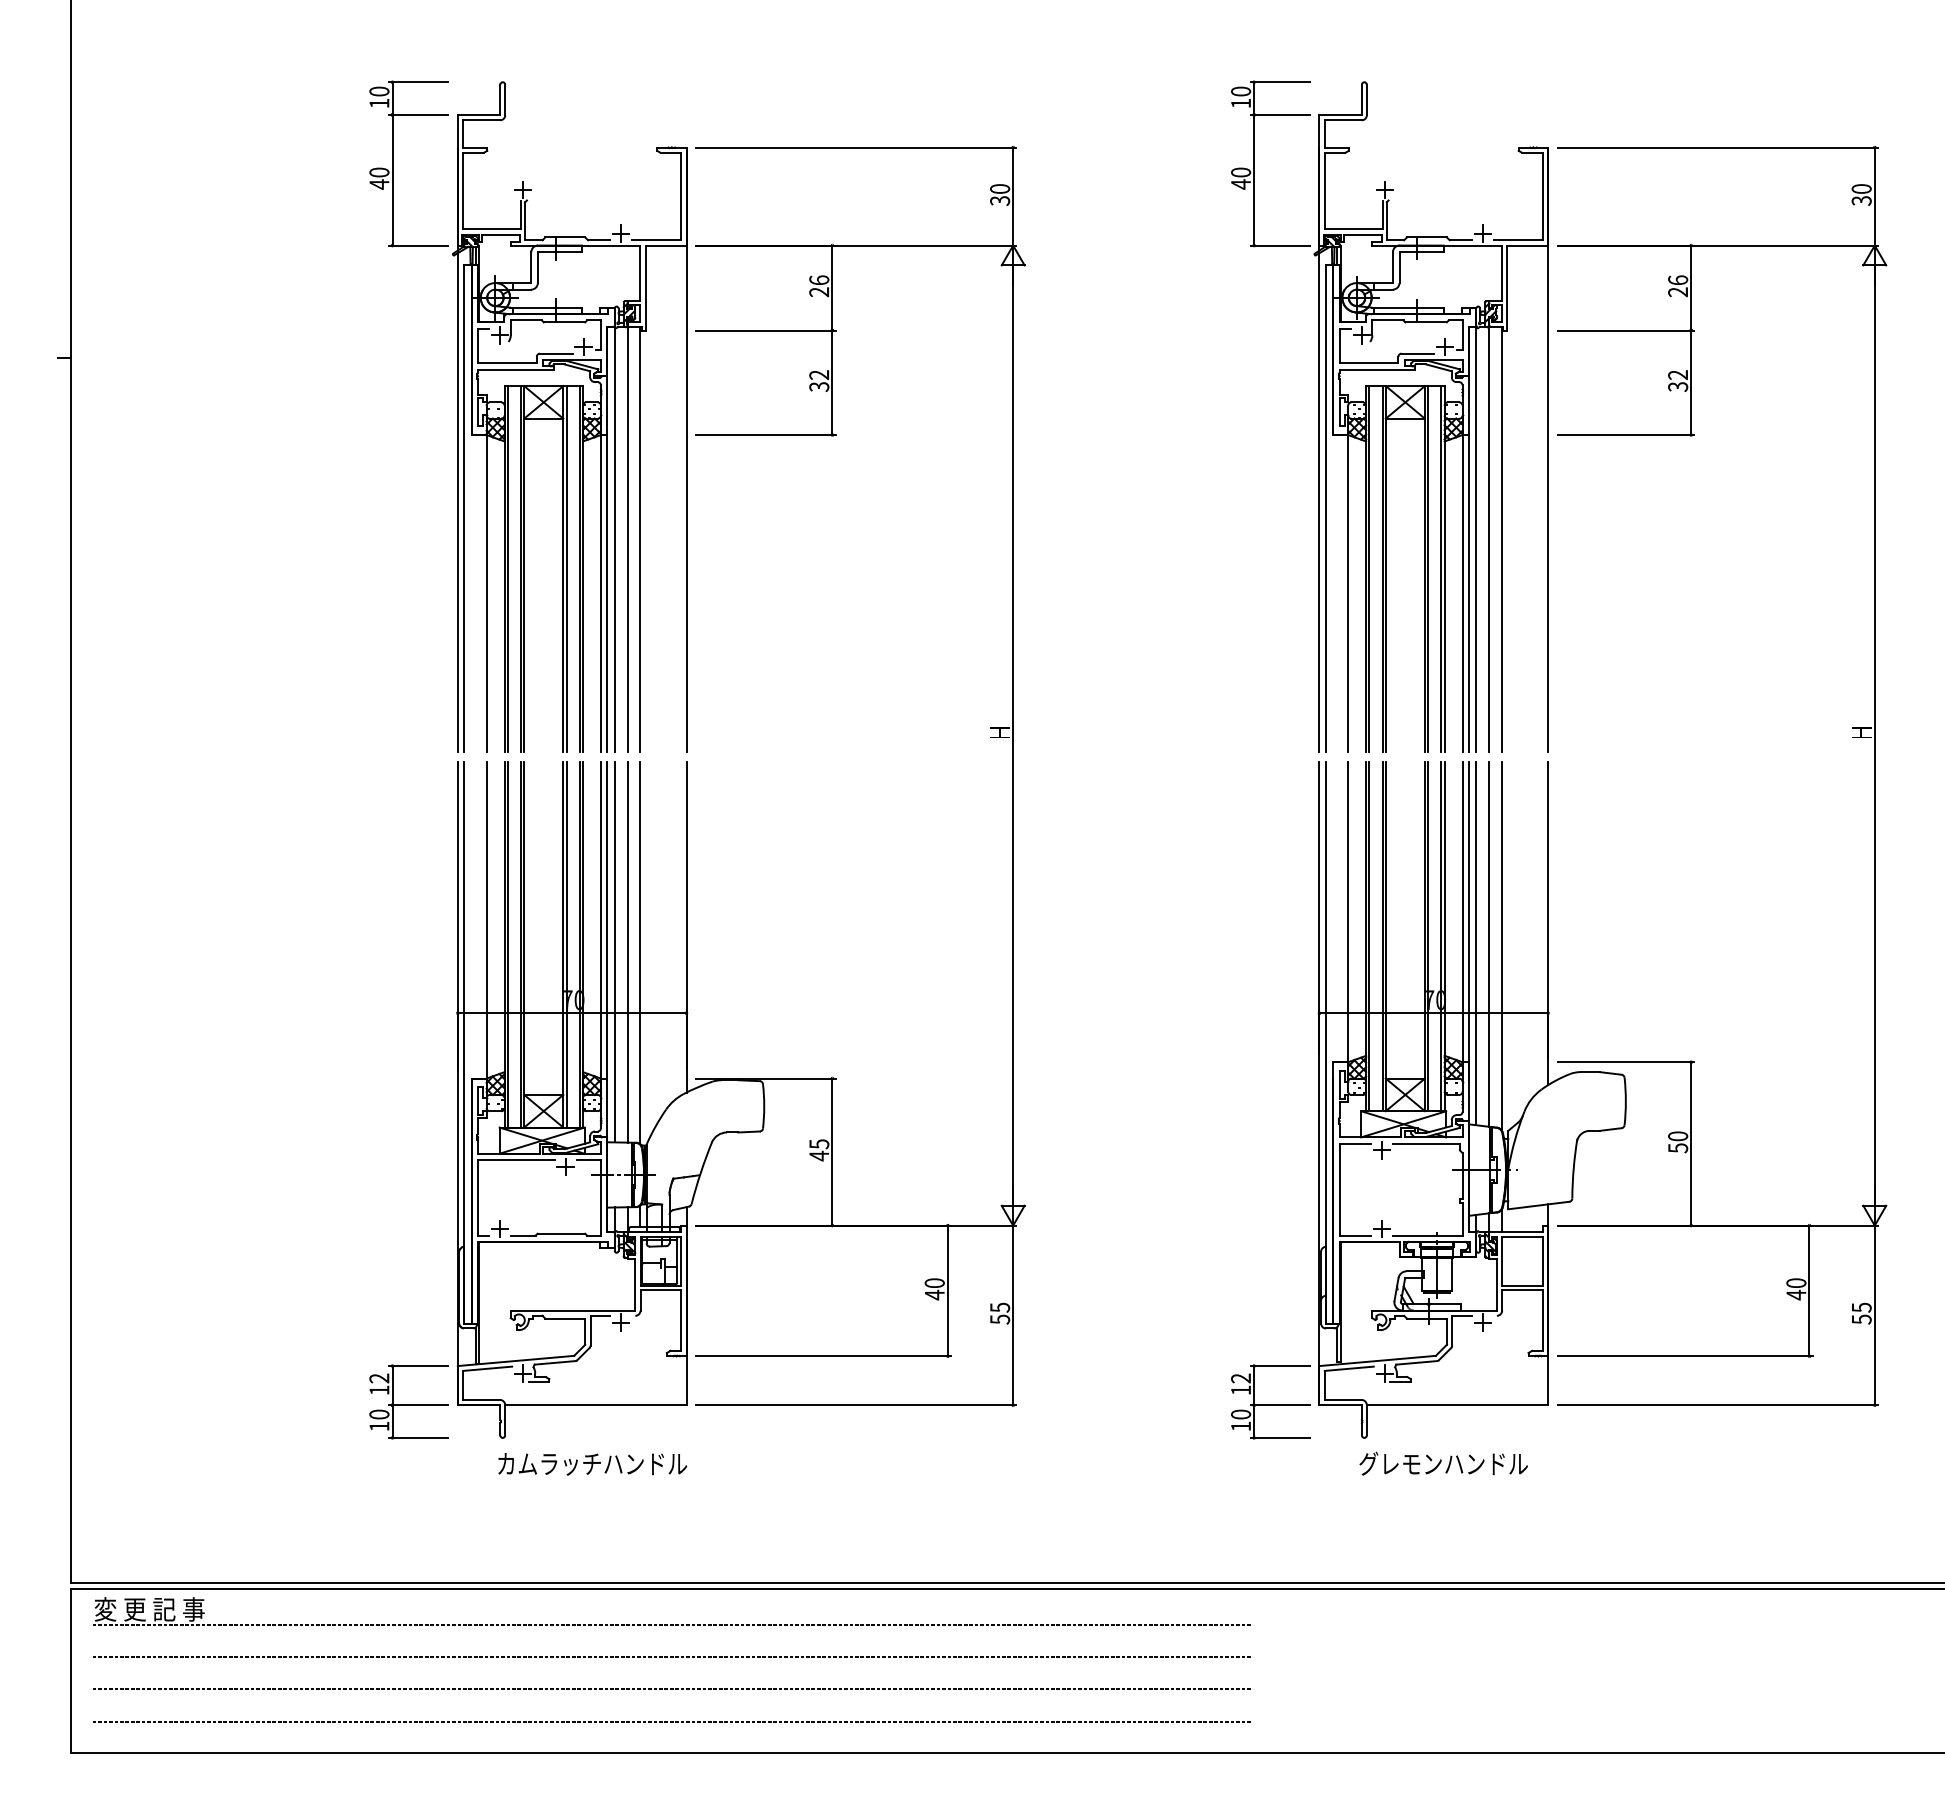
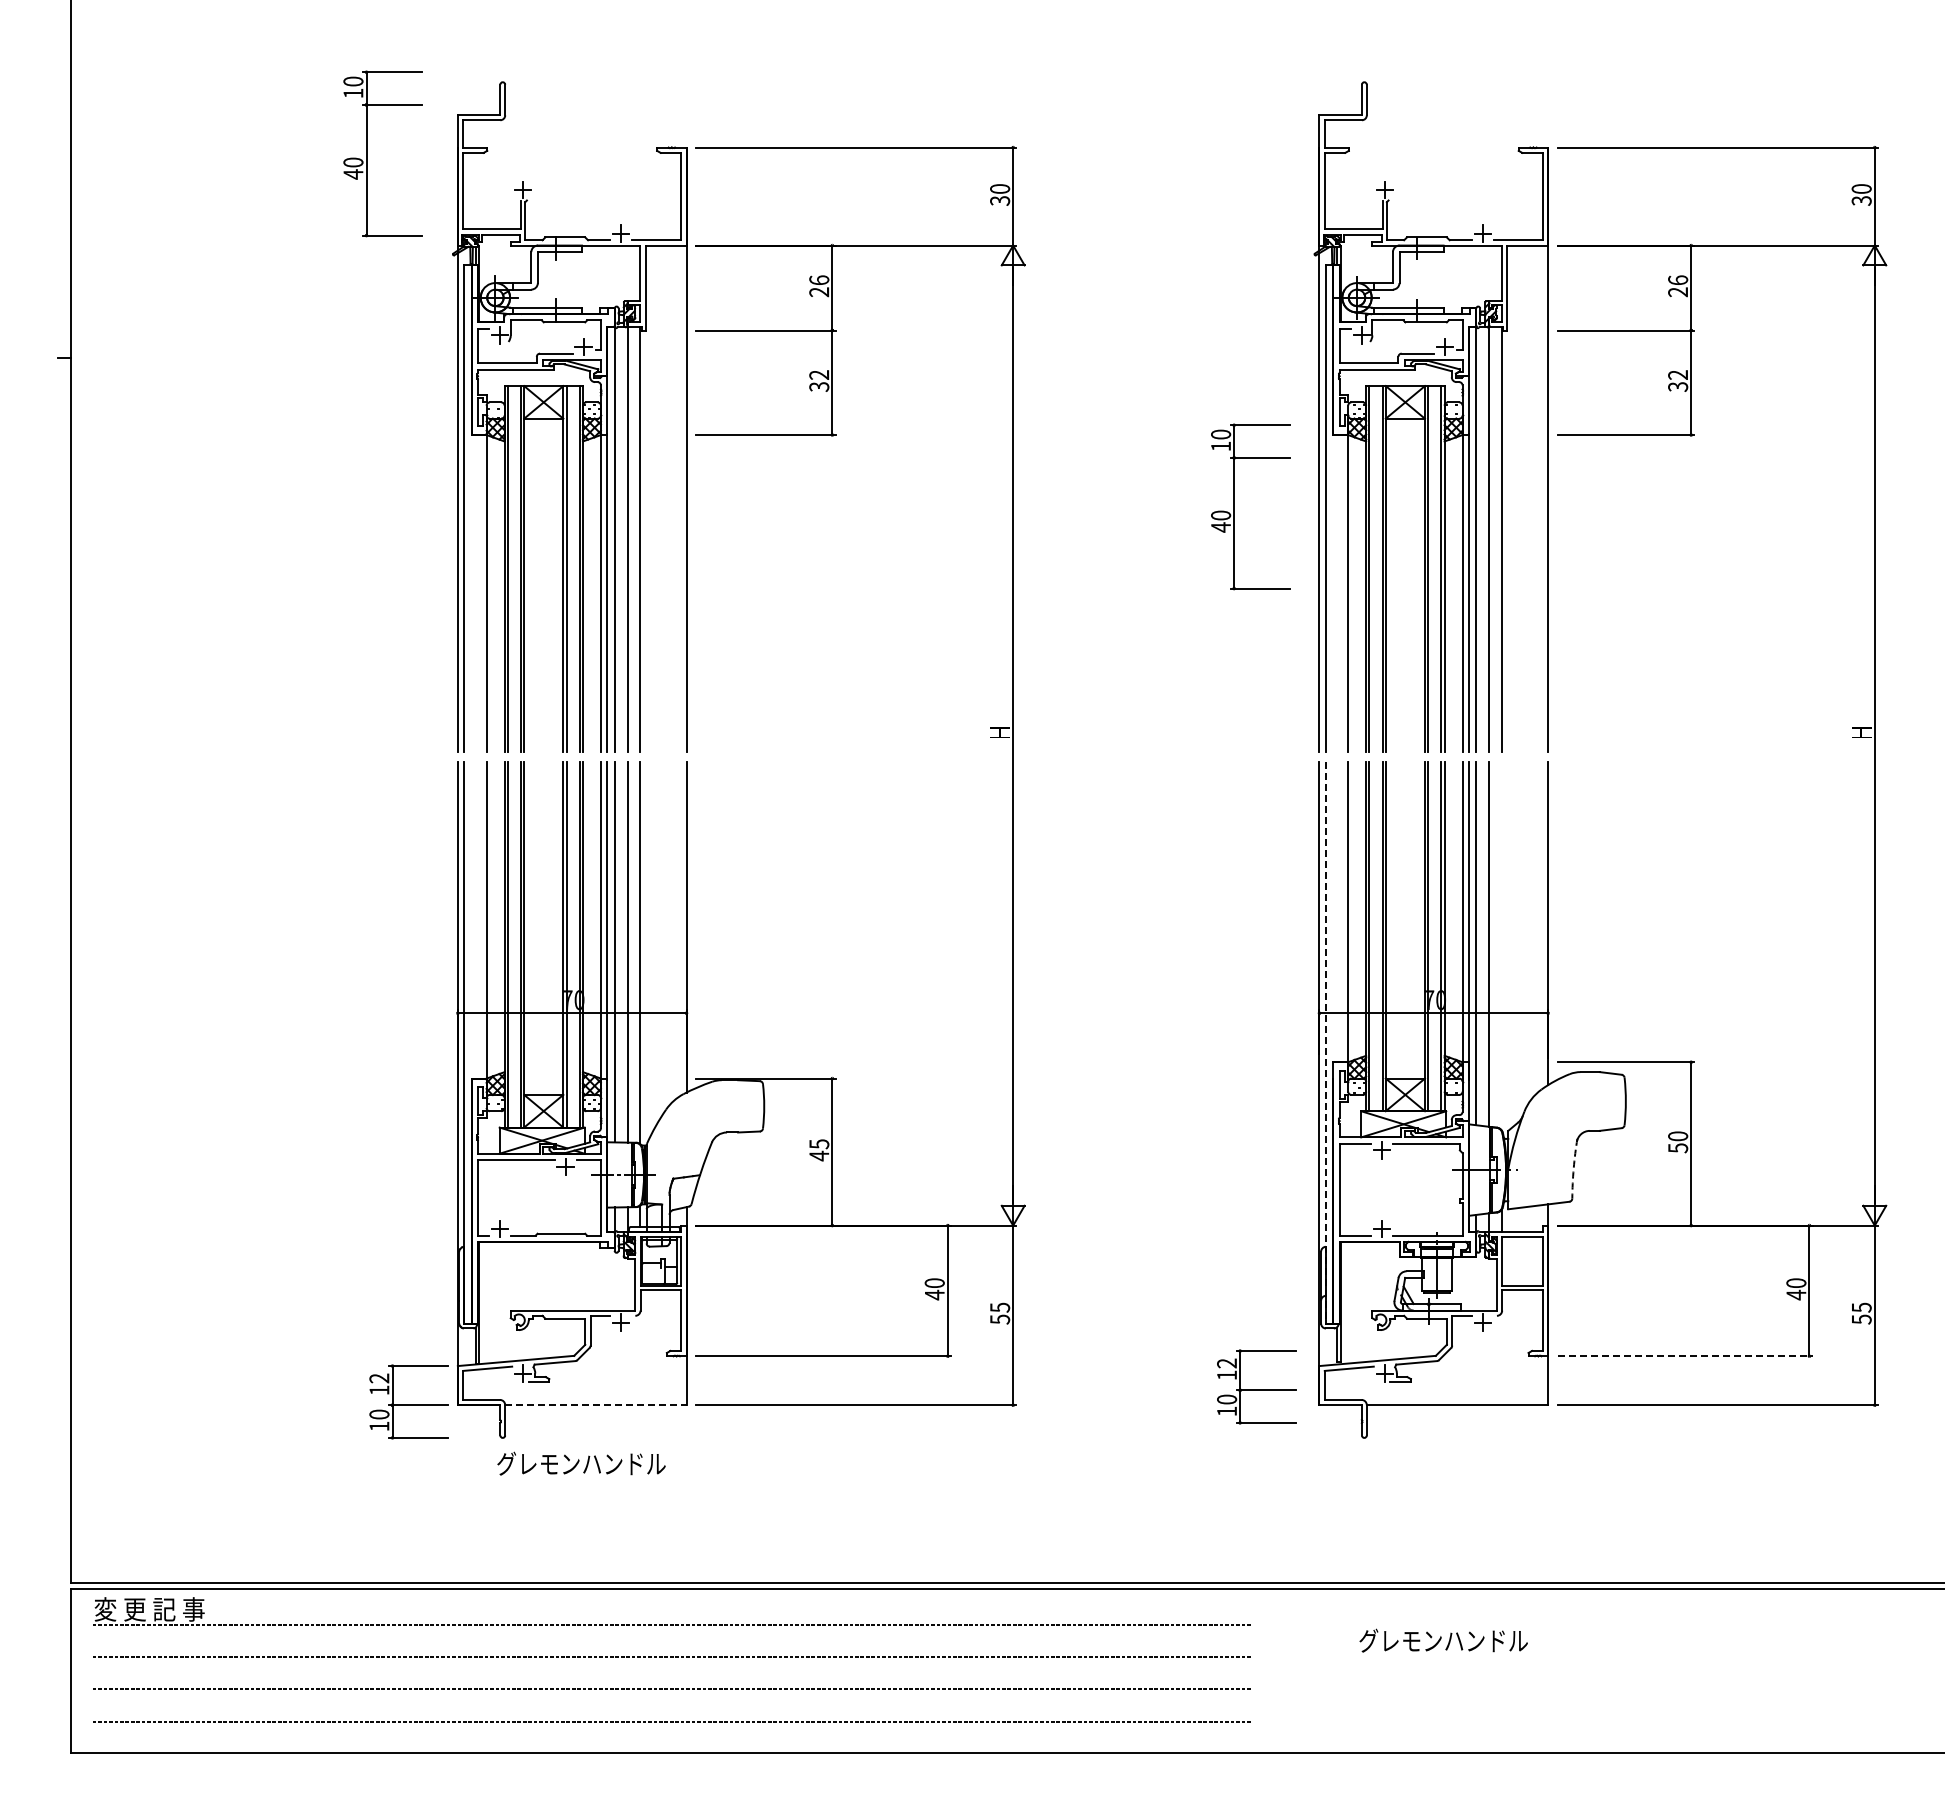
part at (393, 163) position: (393, 163) -> (367, 153)
part at (1254, 163) position: (1254, 163) -> (1234, 506)
line at (1502, 945): present -> none
line at (1326, 1042): solid -> dashed
arc at (1573, 1168): solid -> dashed
line at (1685, 1356): solid -> dashed
part at (1270, 1401) position: (1270, 1401) -> (1256, 1386)
line at (595, 1405): solid -> dashed
text at (592, 1463): カムラッチハンドル -> グレモンハンドル
text at (1443, 1463) position: (1443, 1463) -> (1443, 1640)
